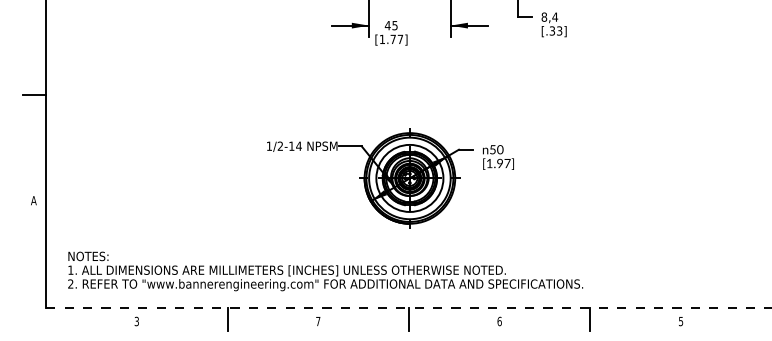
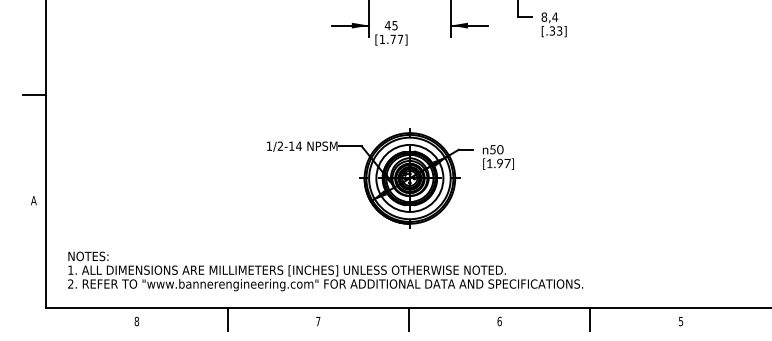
line at (408, 307): dashed -> solid
text at (136, 321): 3 -> 8
